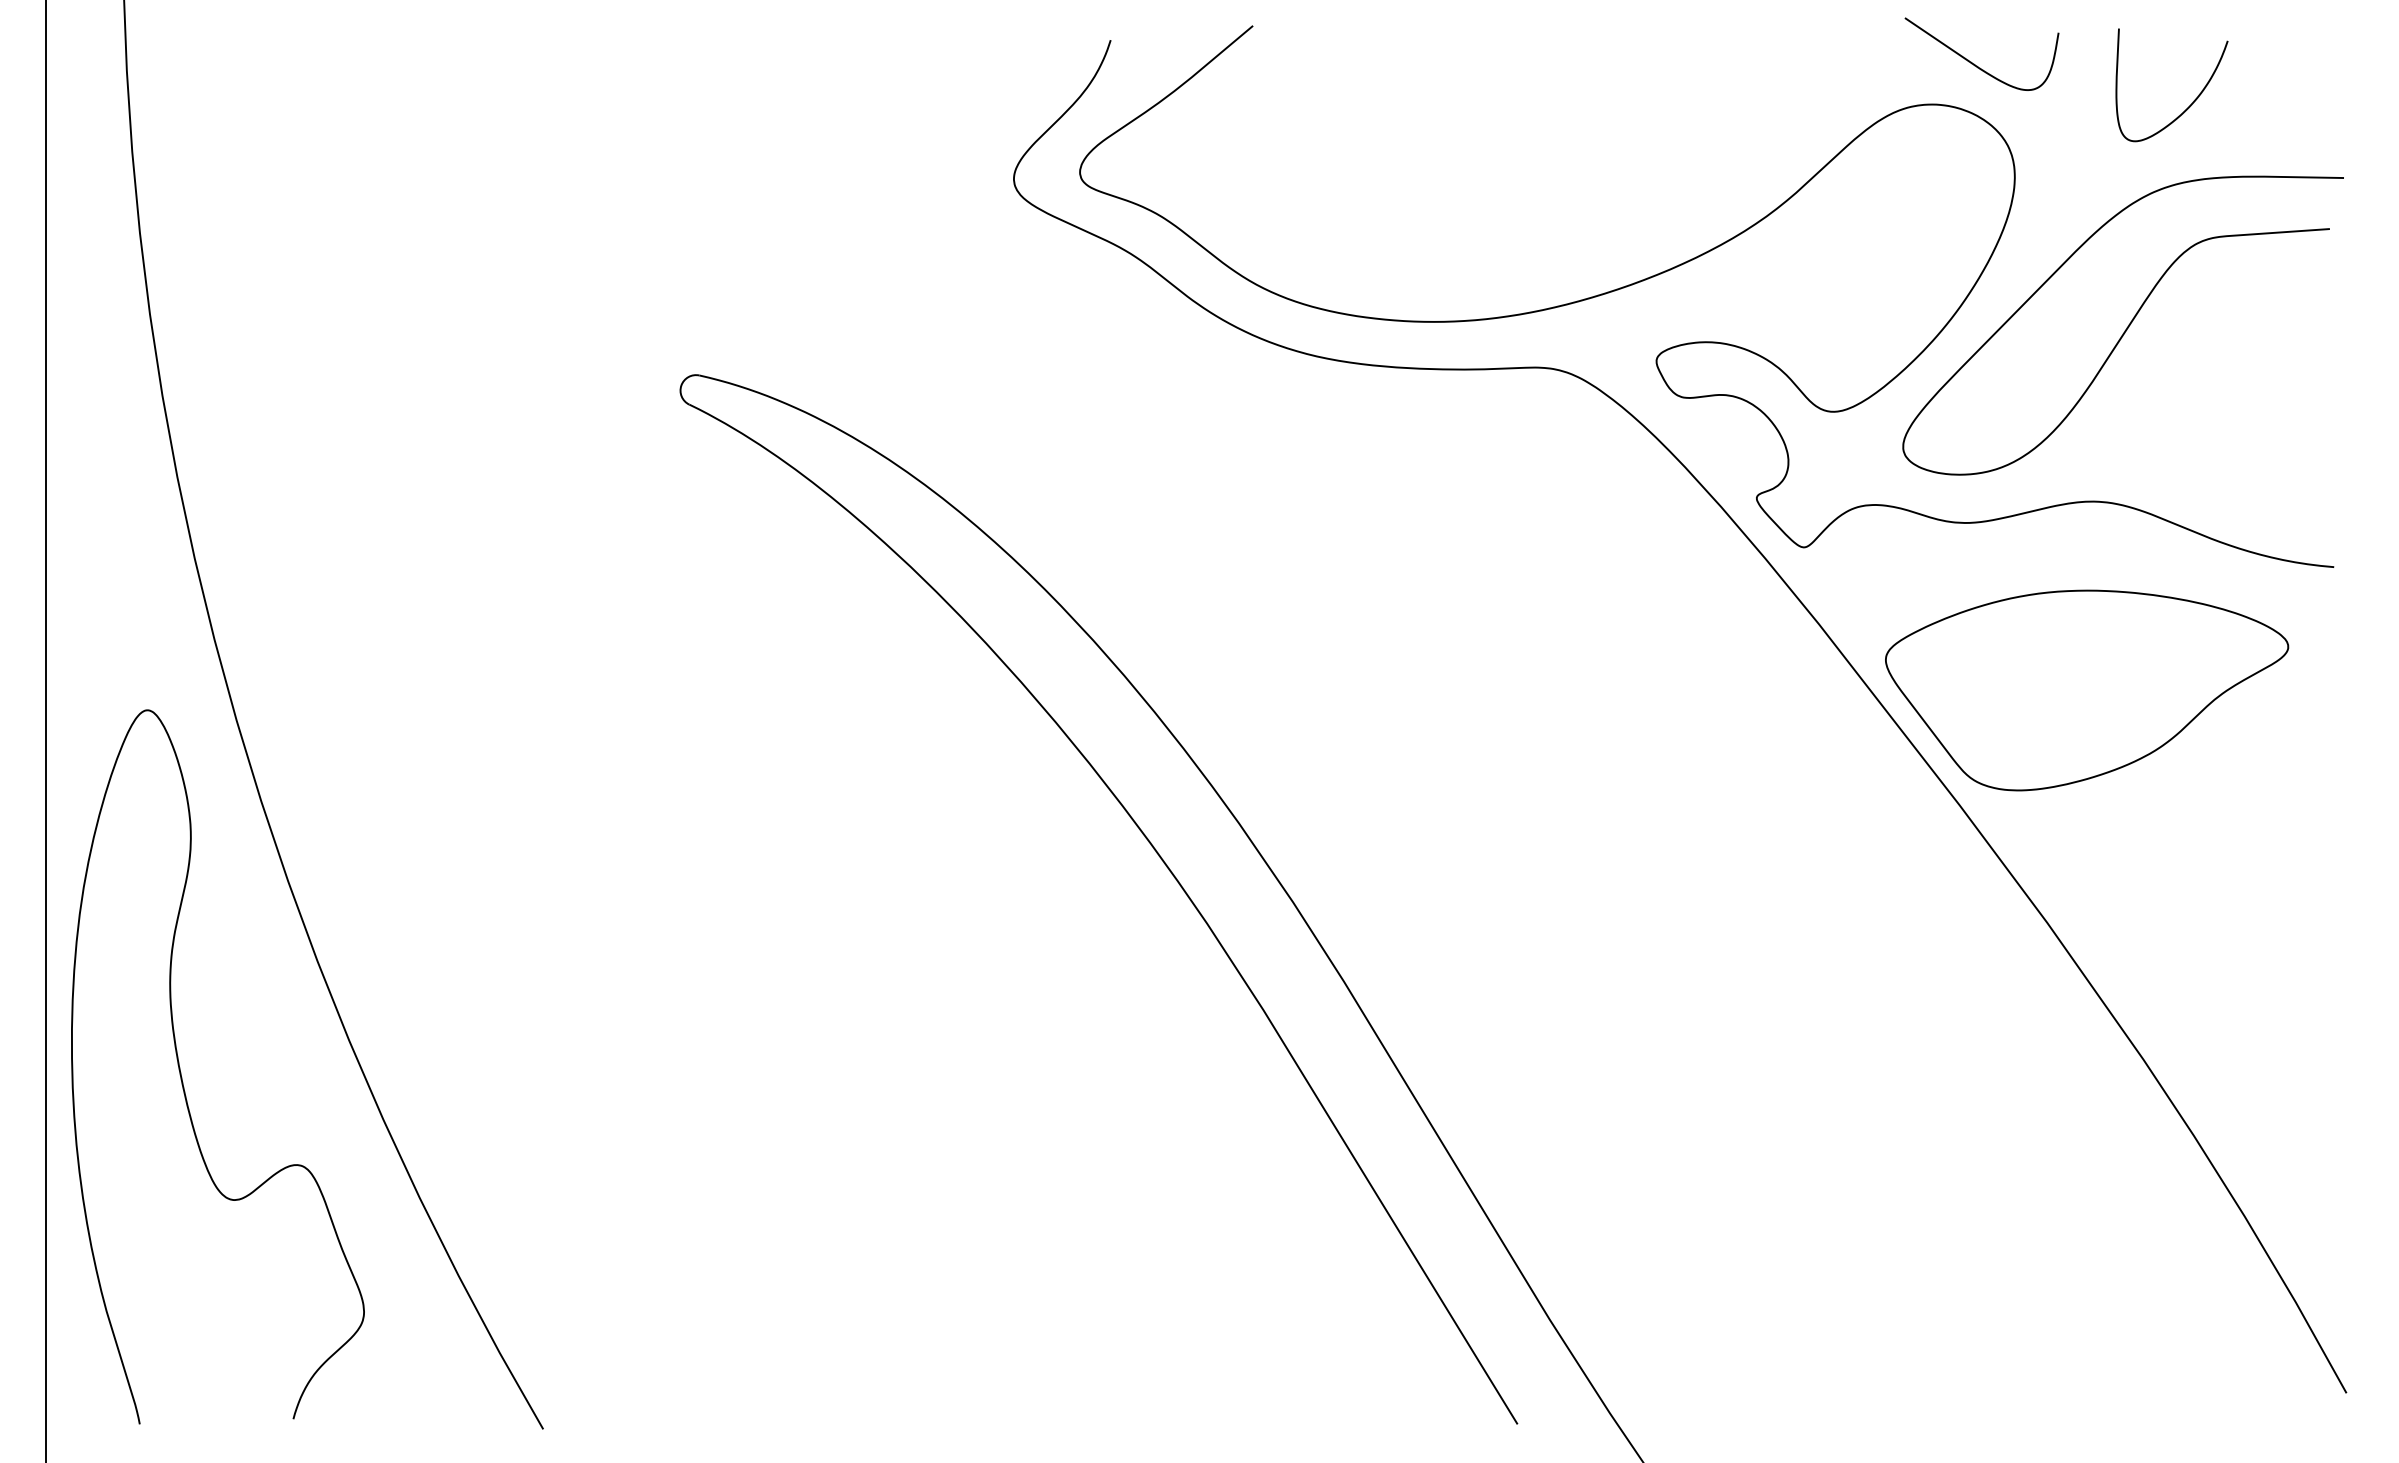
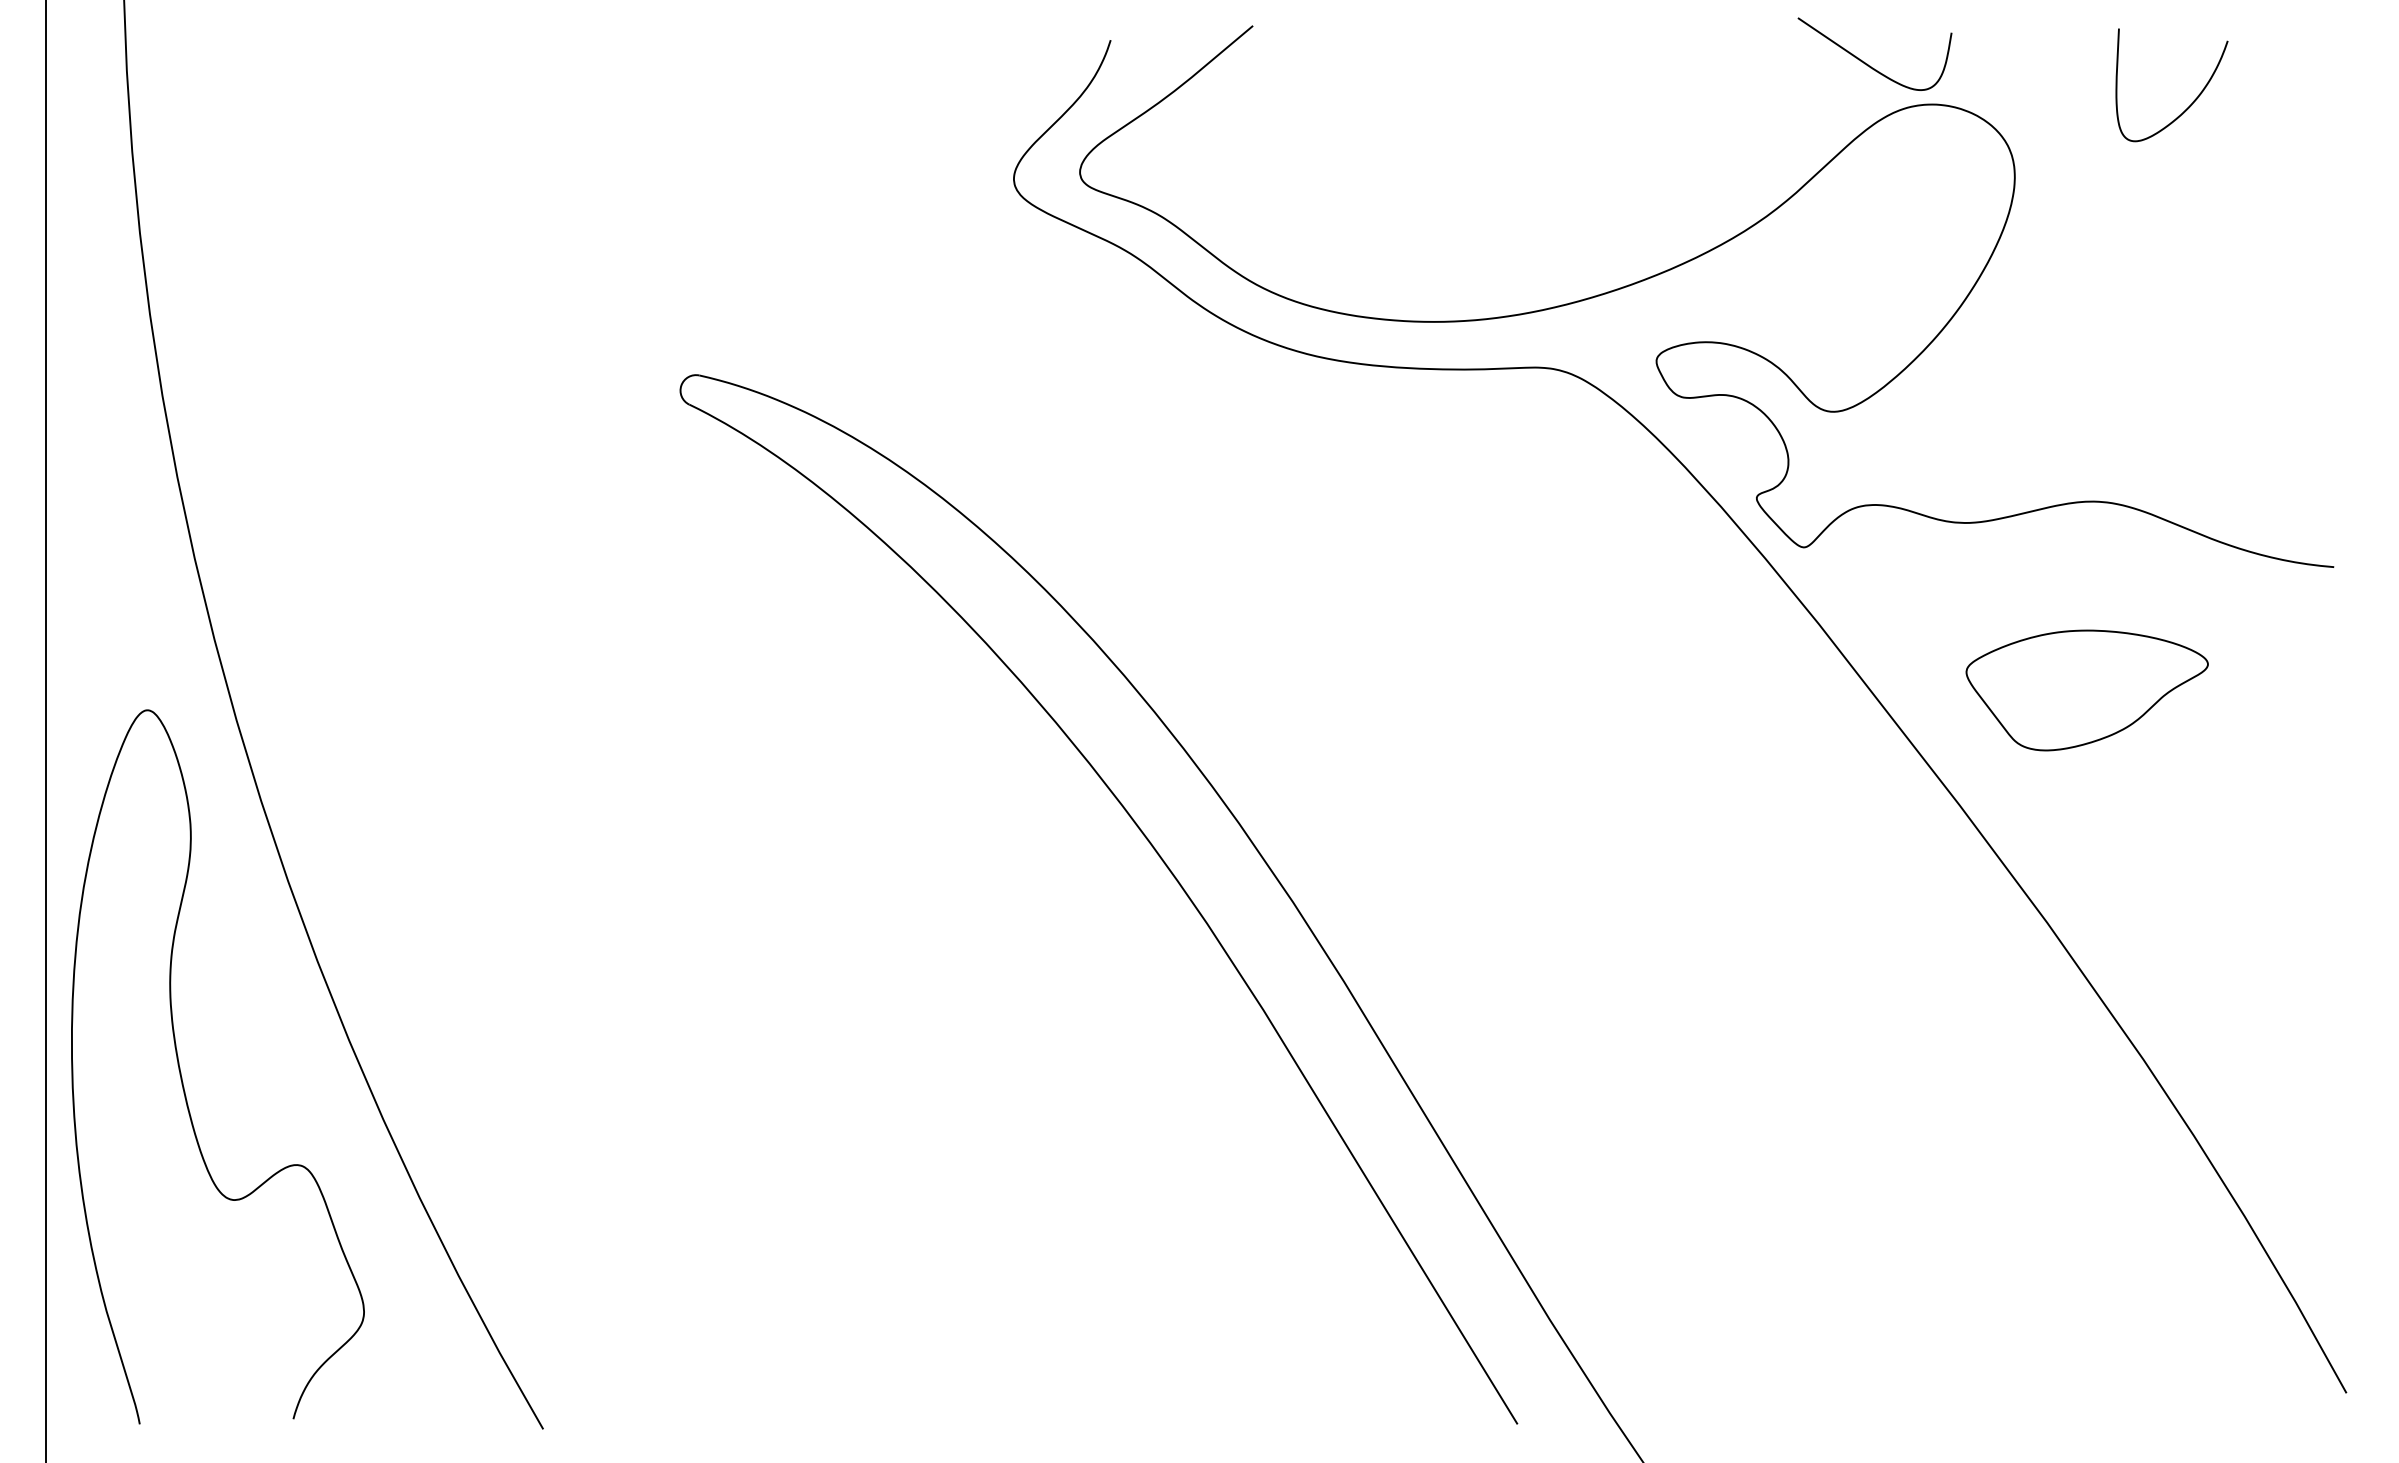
curve at (1974, 63) position: (1974, 63) -> (1867, 63)
curve at (2126, 327): present -> none
part at (2087, 690) size: 405x203 px -> 244x123 px
